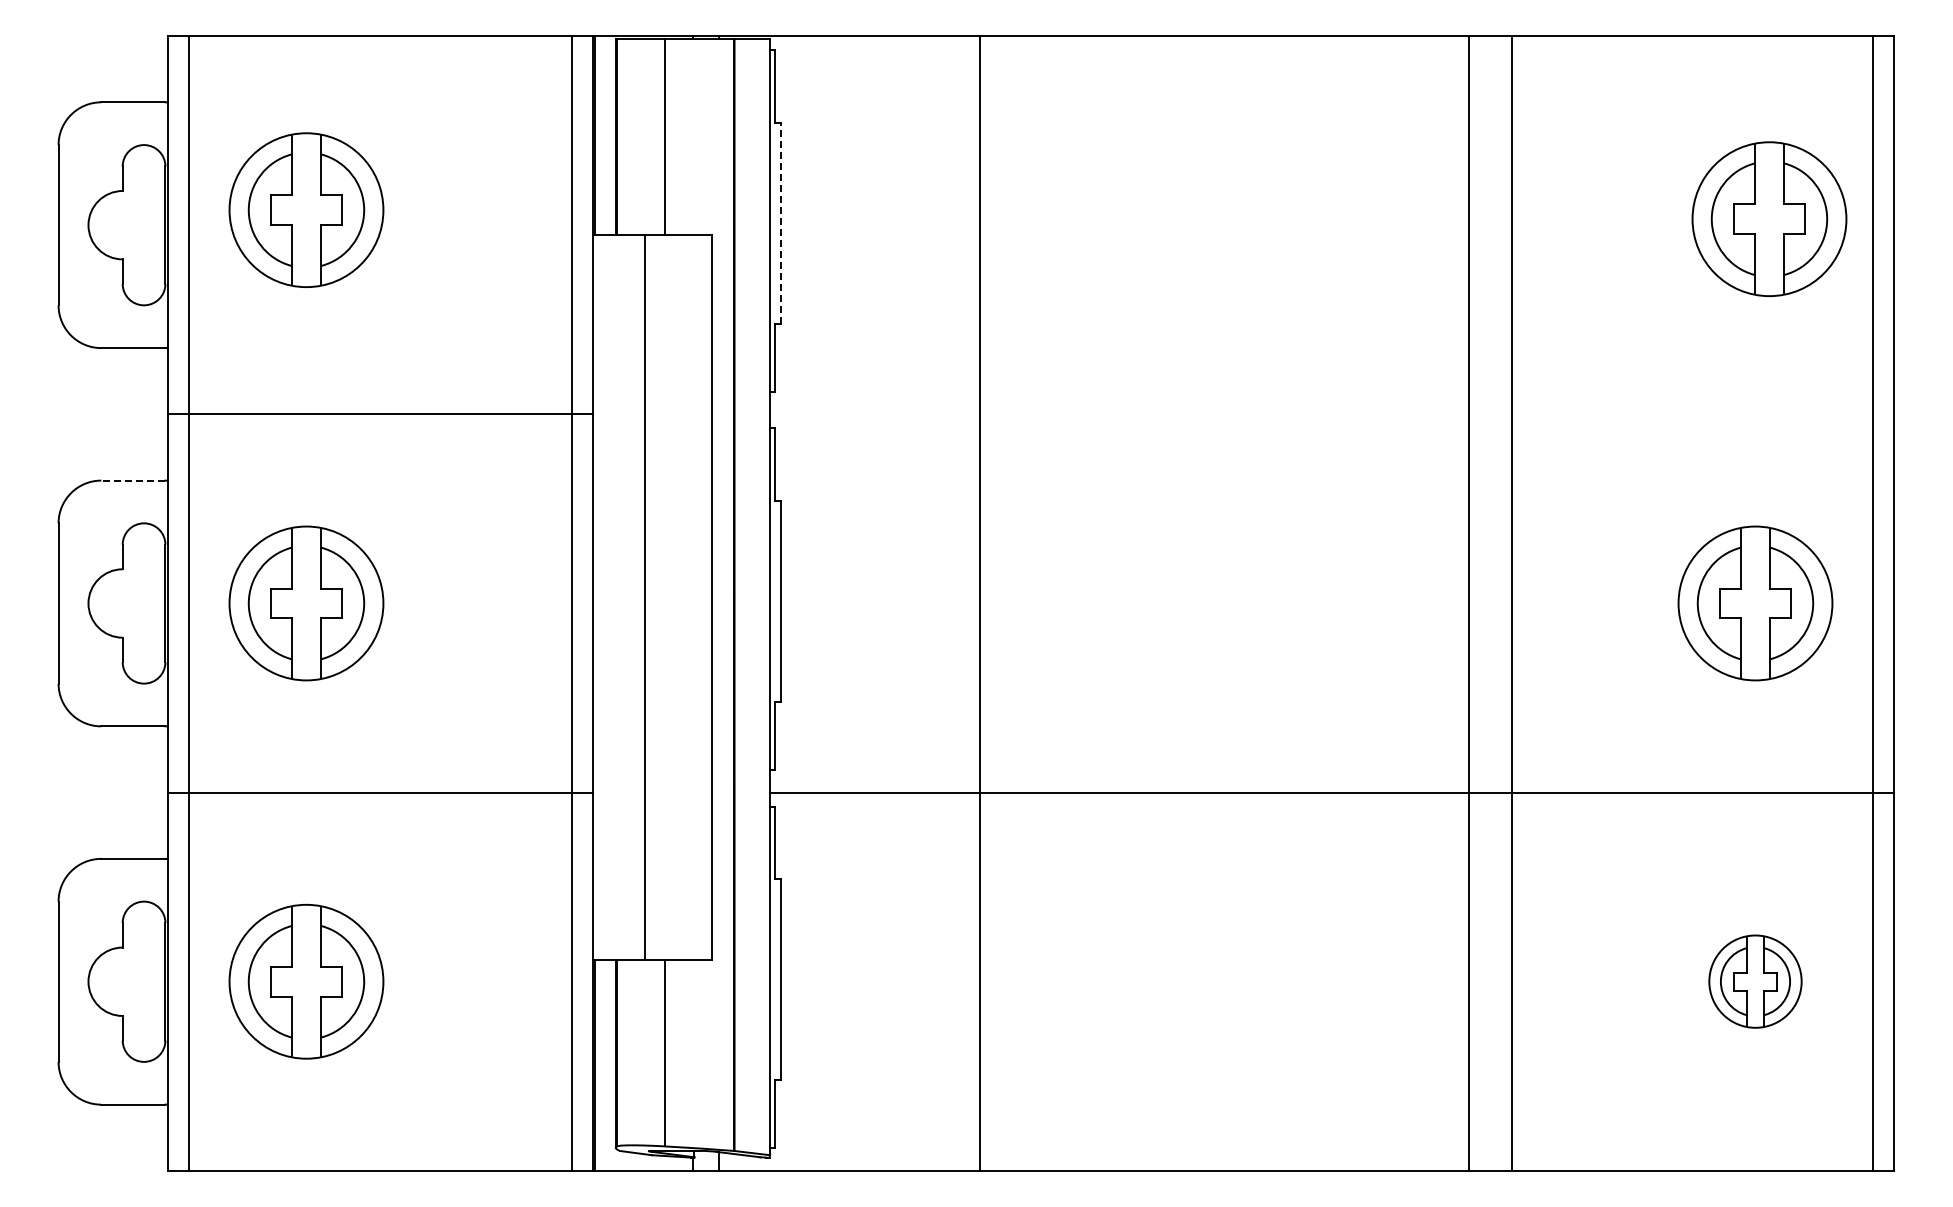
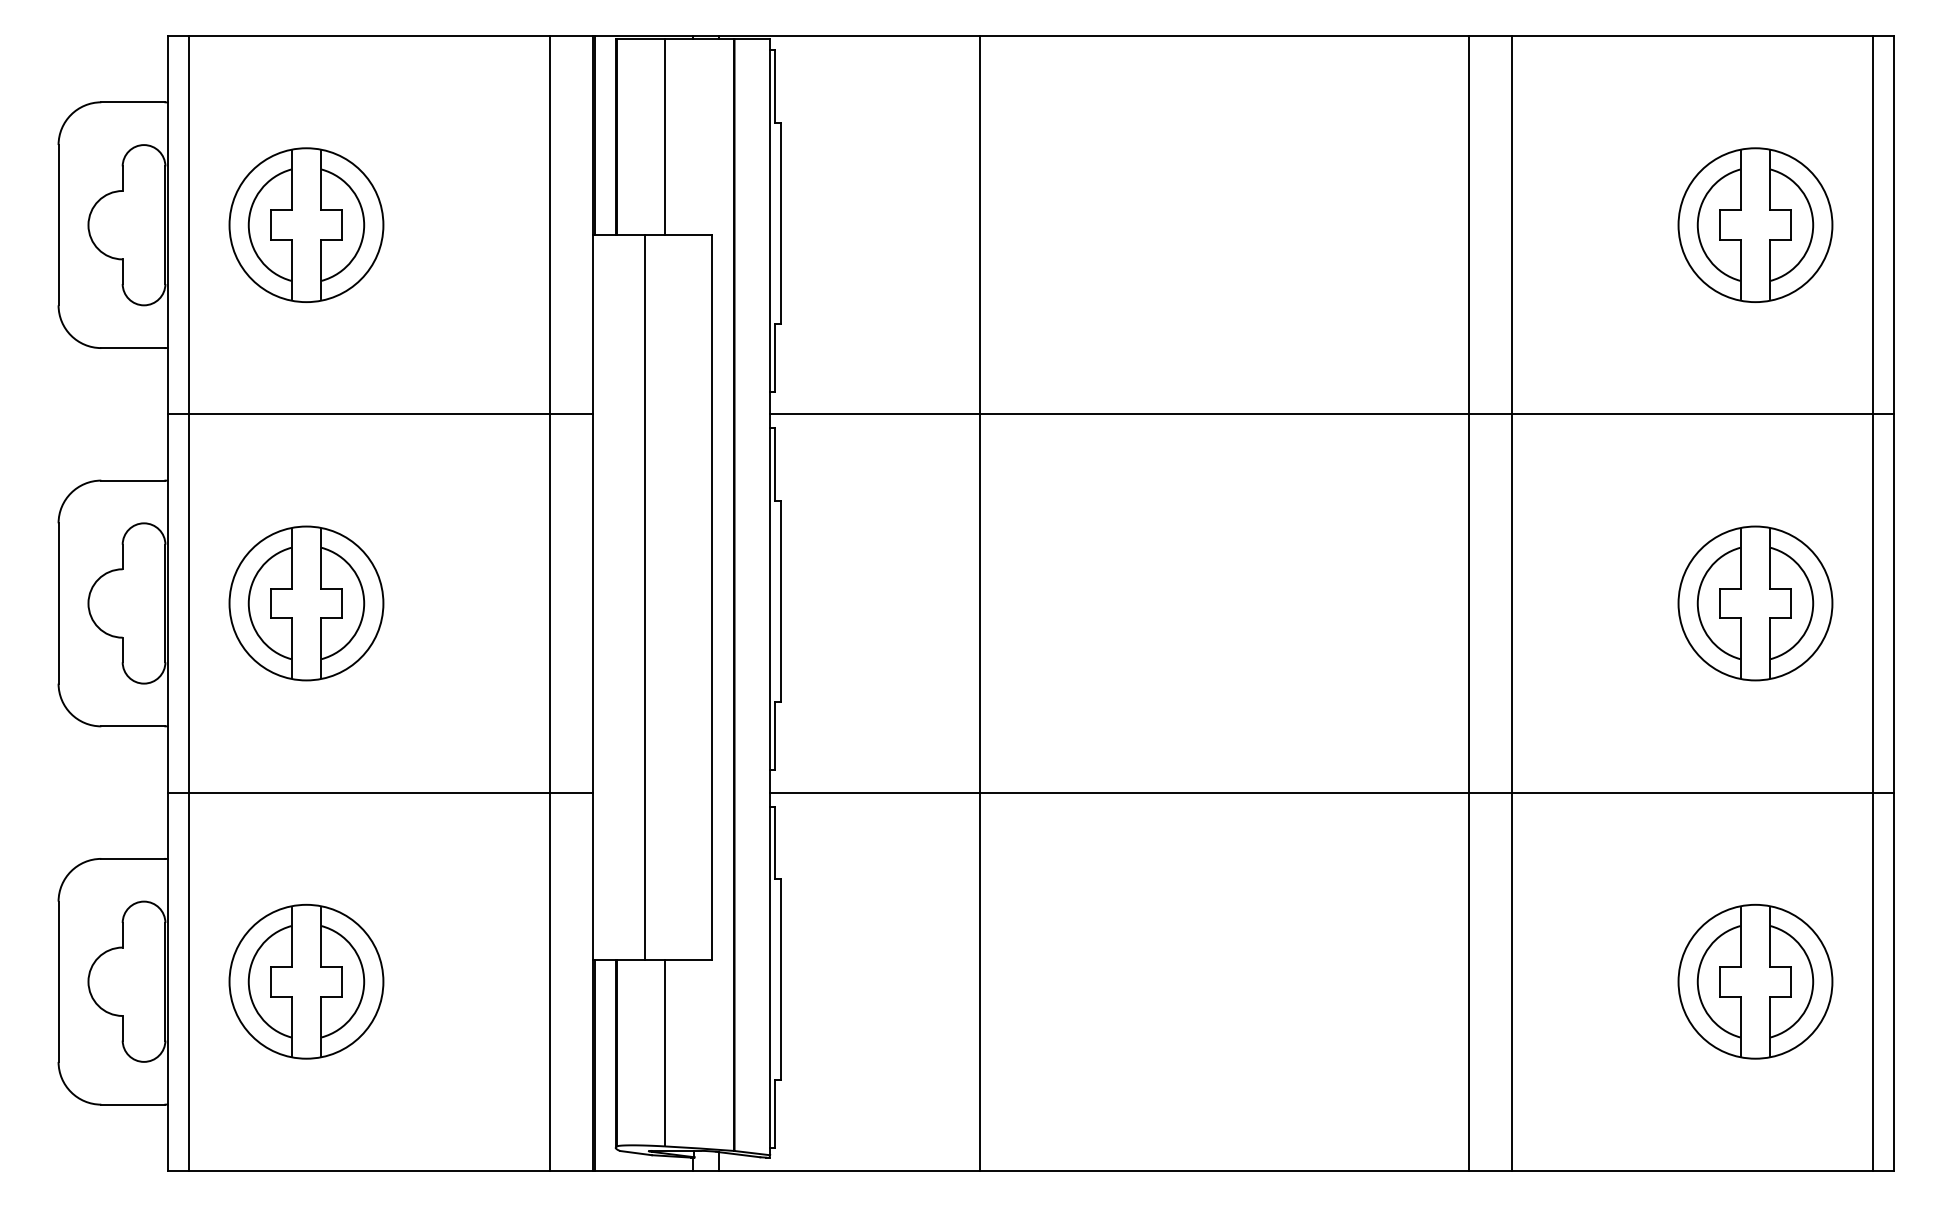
part at (306, 209) position: (306, 209) -> (306, 224)
part at (1769, 218) position: (1769, 218) -> (1755, 224)
line at (781, 222): dashed -> solid
line at (1332, 414): none -> present
line at (132, 480): dashed -> solid
line at (572, 603) position: (572, 603) -> (550, 603)
part at (1755, 981) size: 95x95 px -> 157x157 px
